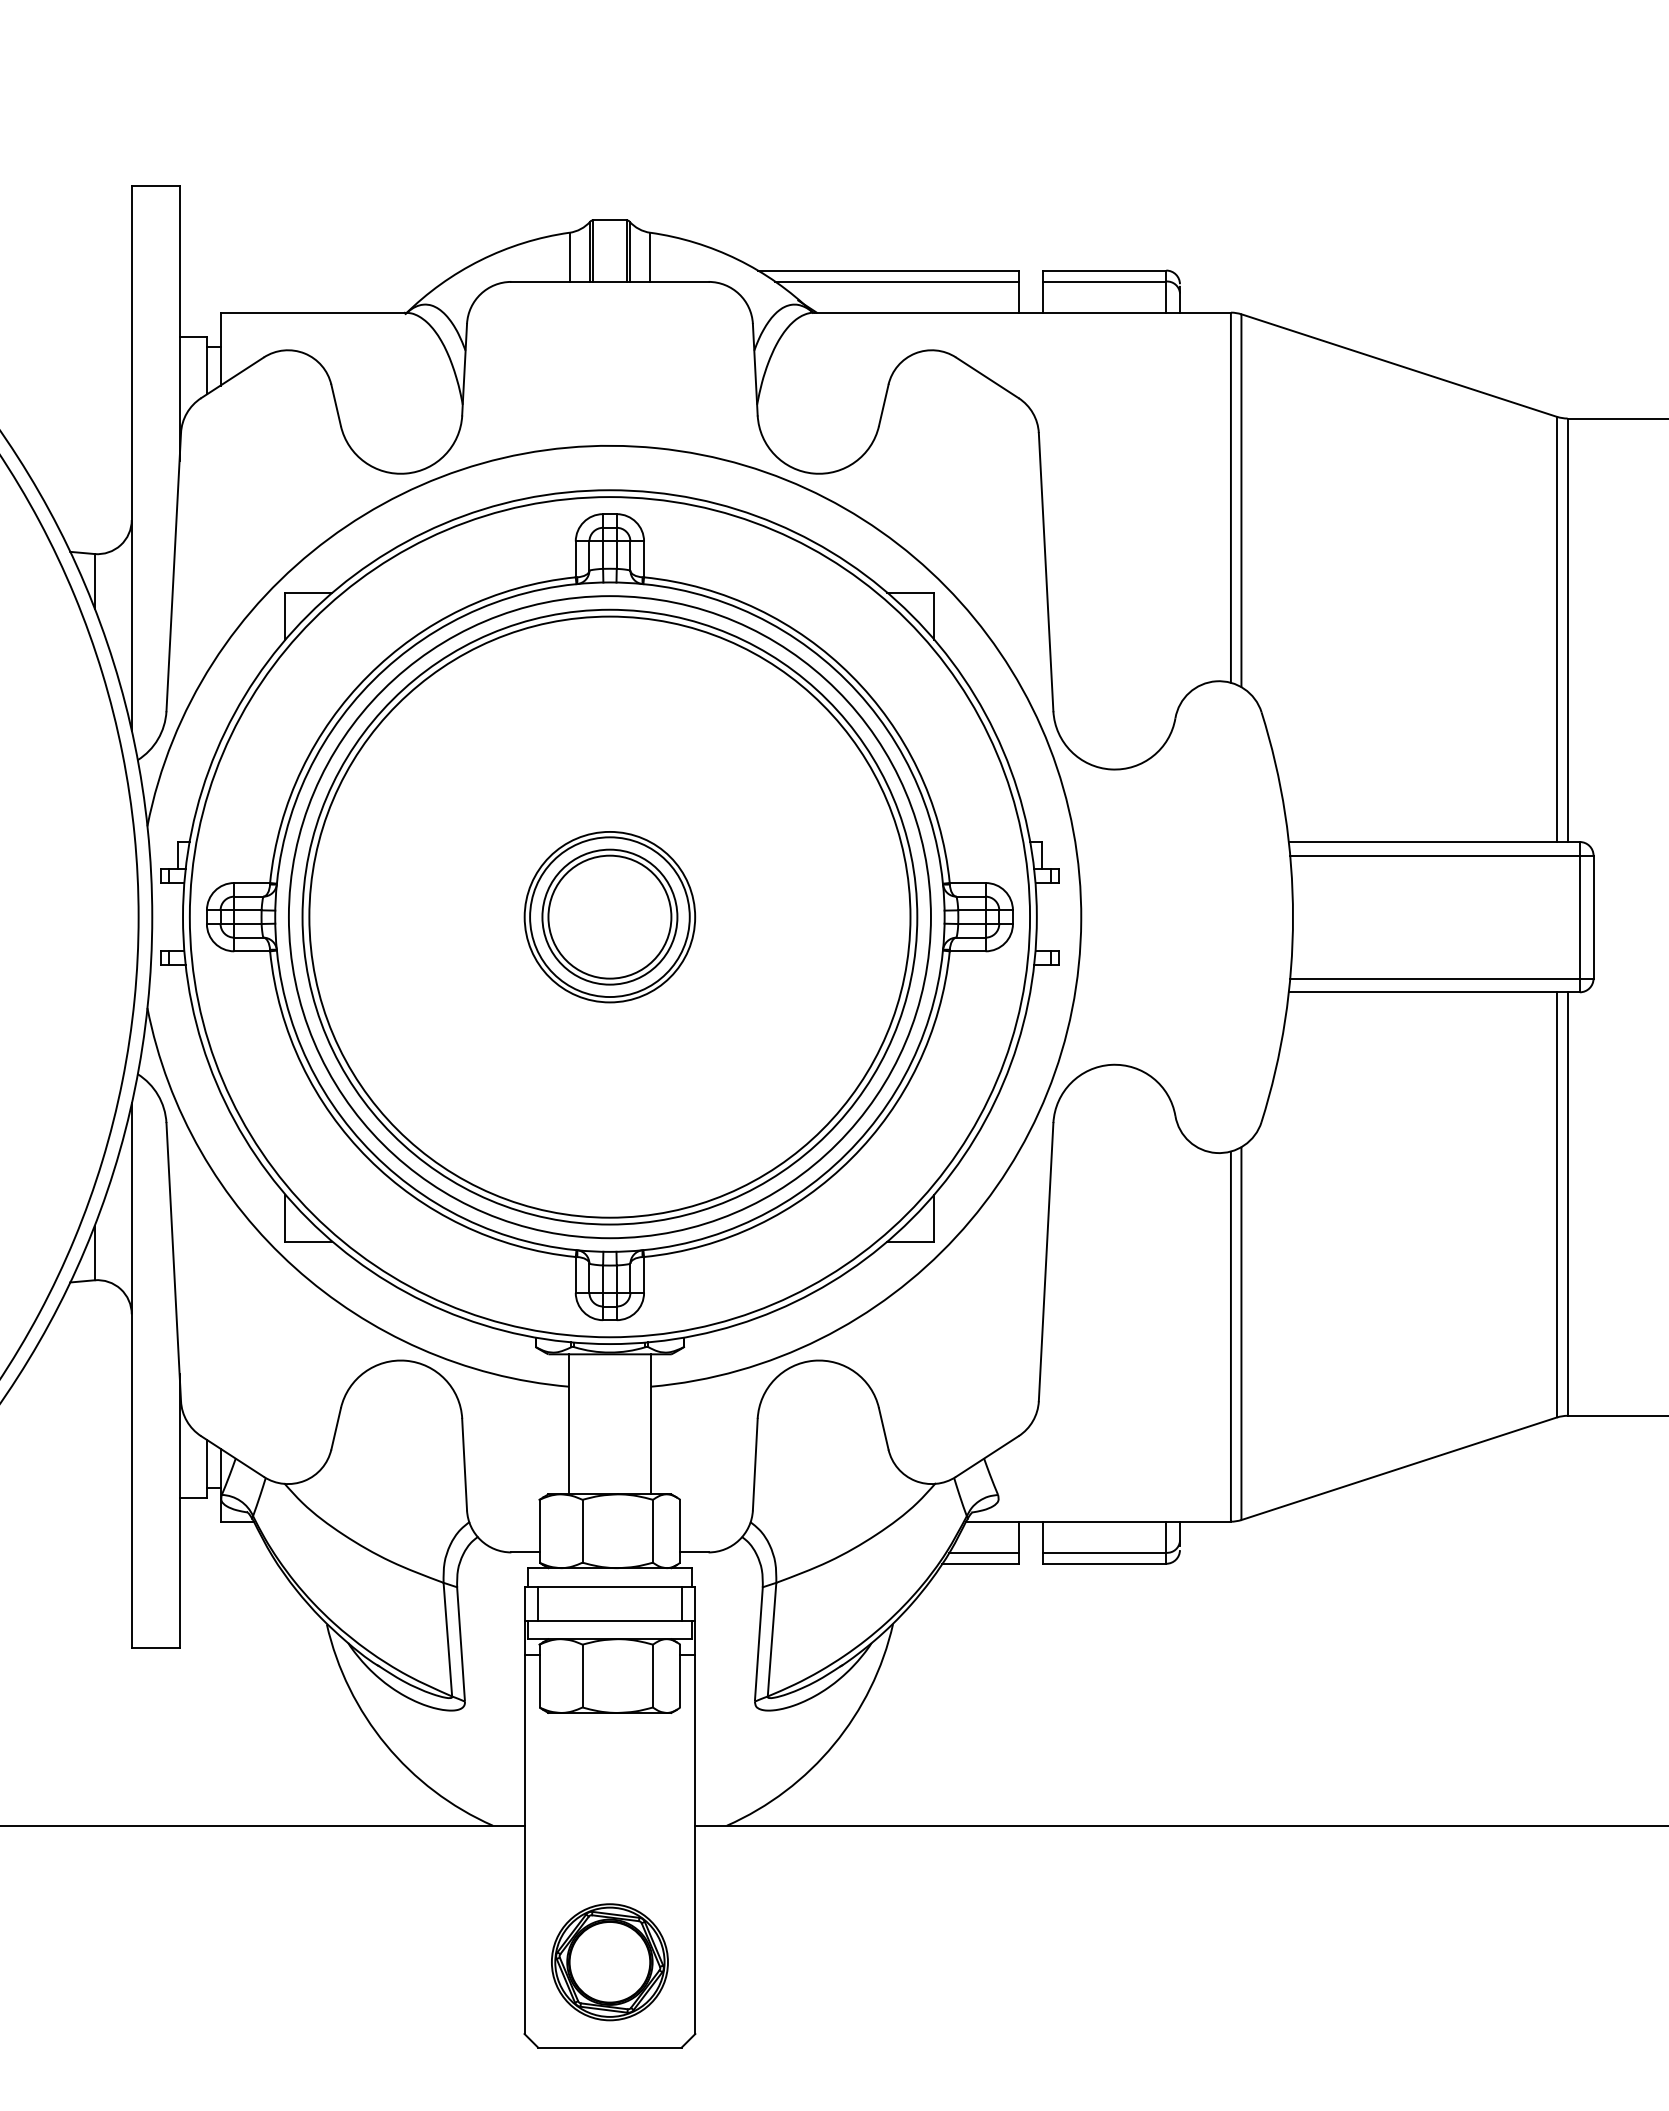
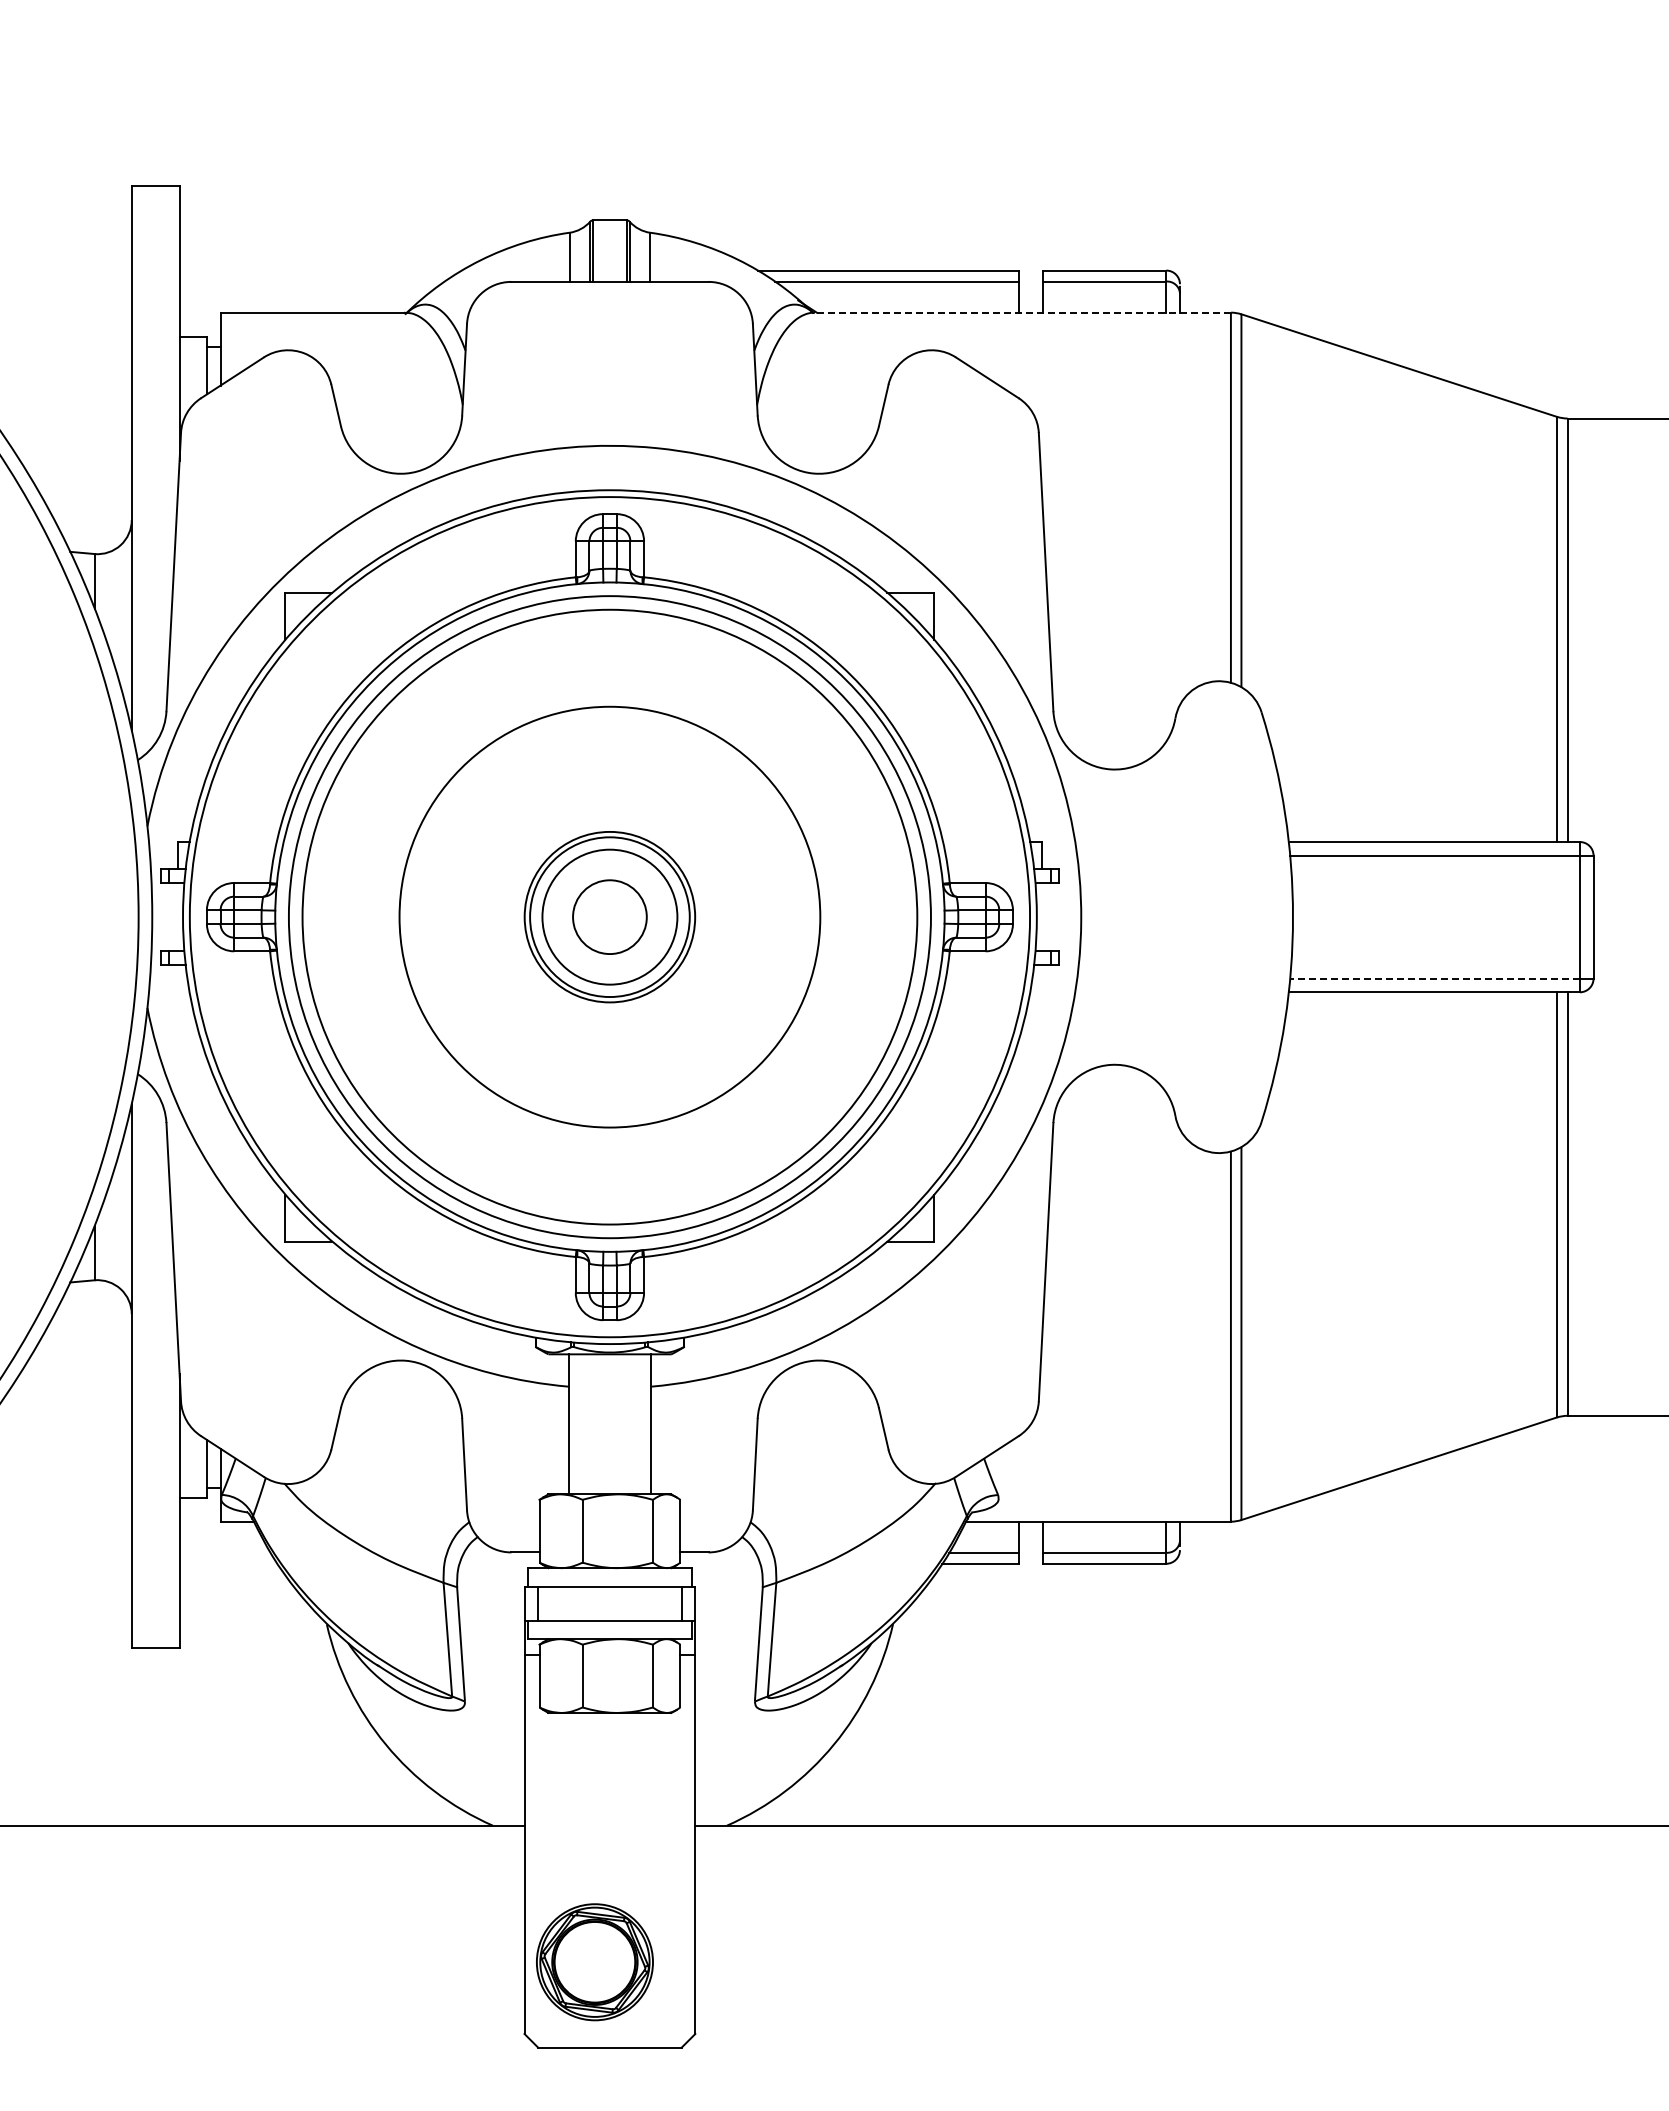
line at (1022, 312): solid -> dashed
circle at (609, 916) diameter: 123 px -> 74 px
circle at (609, 916) diameter: 601 px -> 421 px
line at (1435, 978): solid -> dashed
part at (609, 1962) position: (609, 1962) -> (594, 1962)
